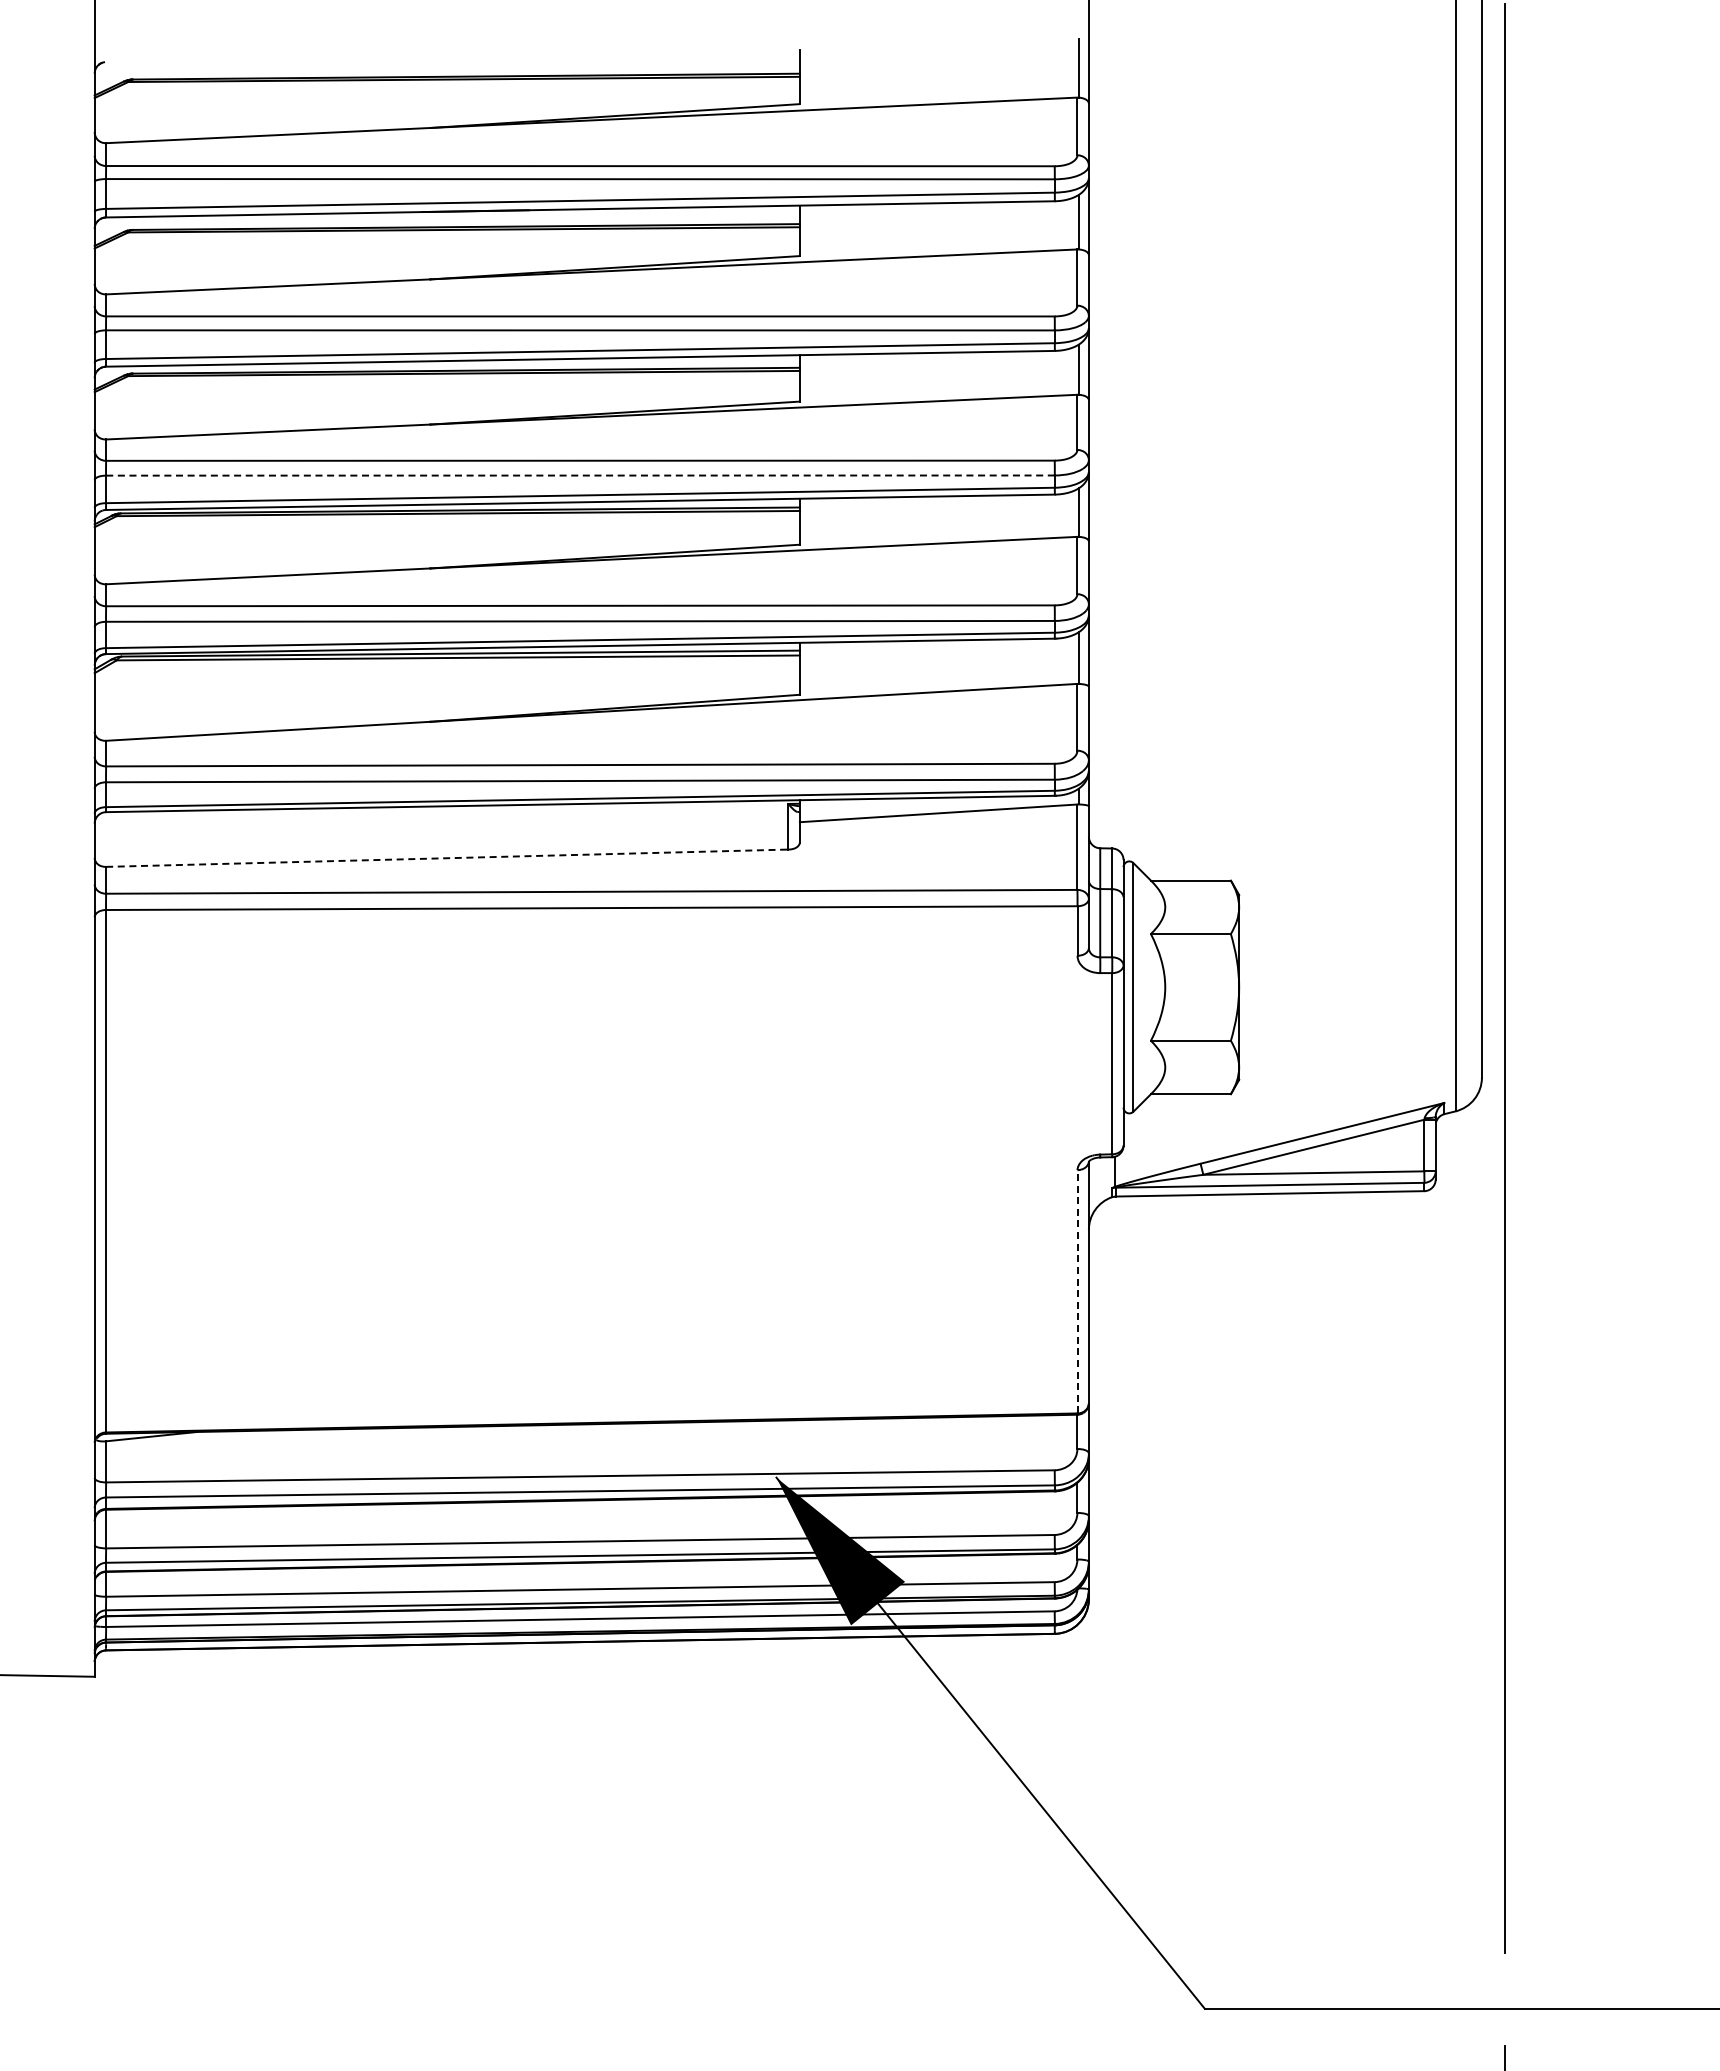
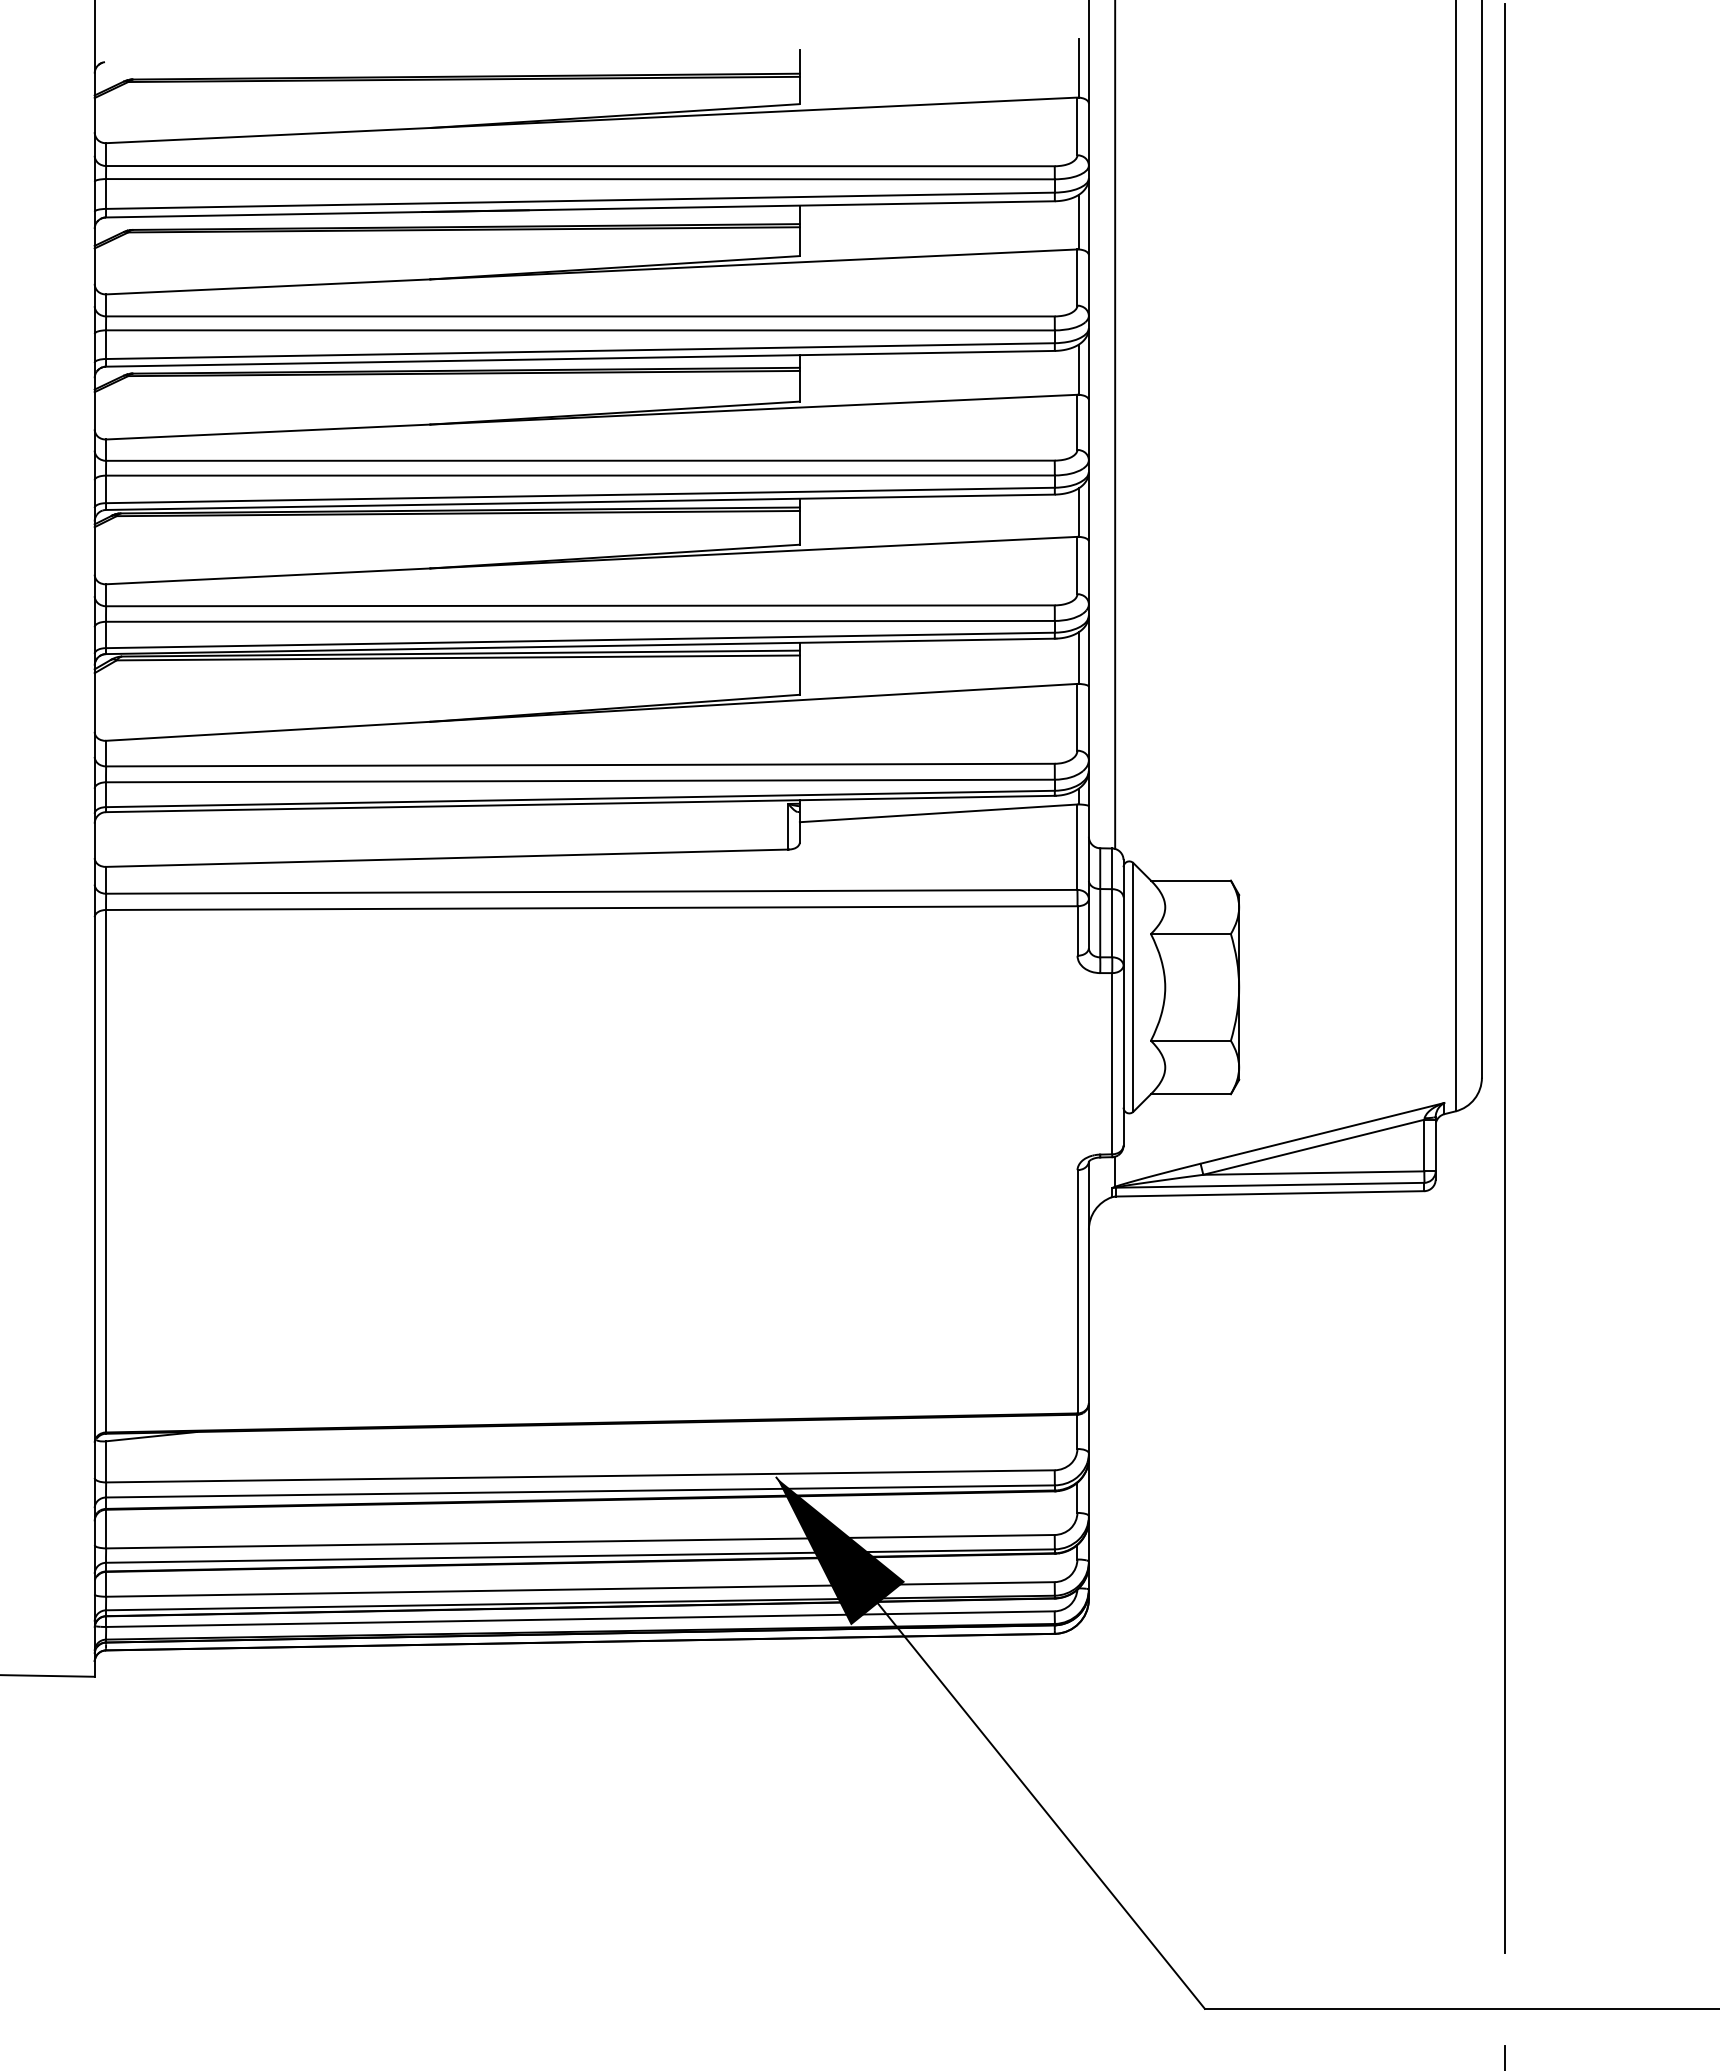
line at (1115, 425): none -> present
line at (579, 475): dashed -> solid
line at (448, 858): dashed -> solid
line at (1077, 1291): dashed -> solid
